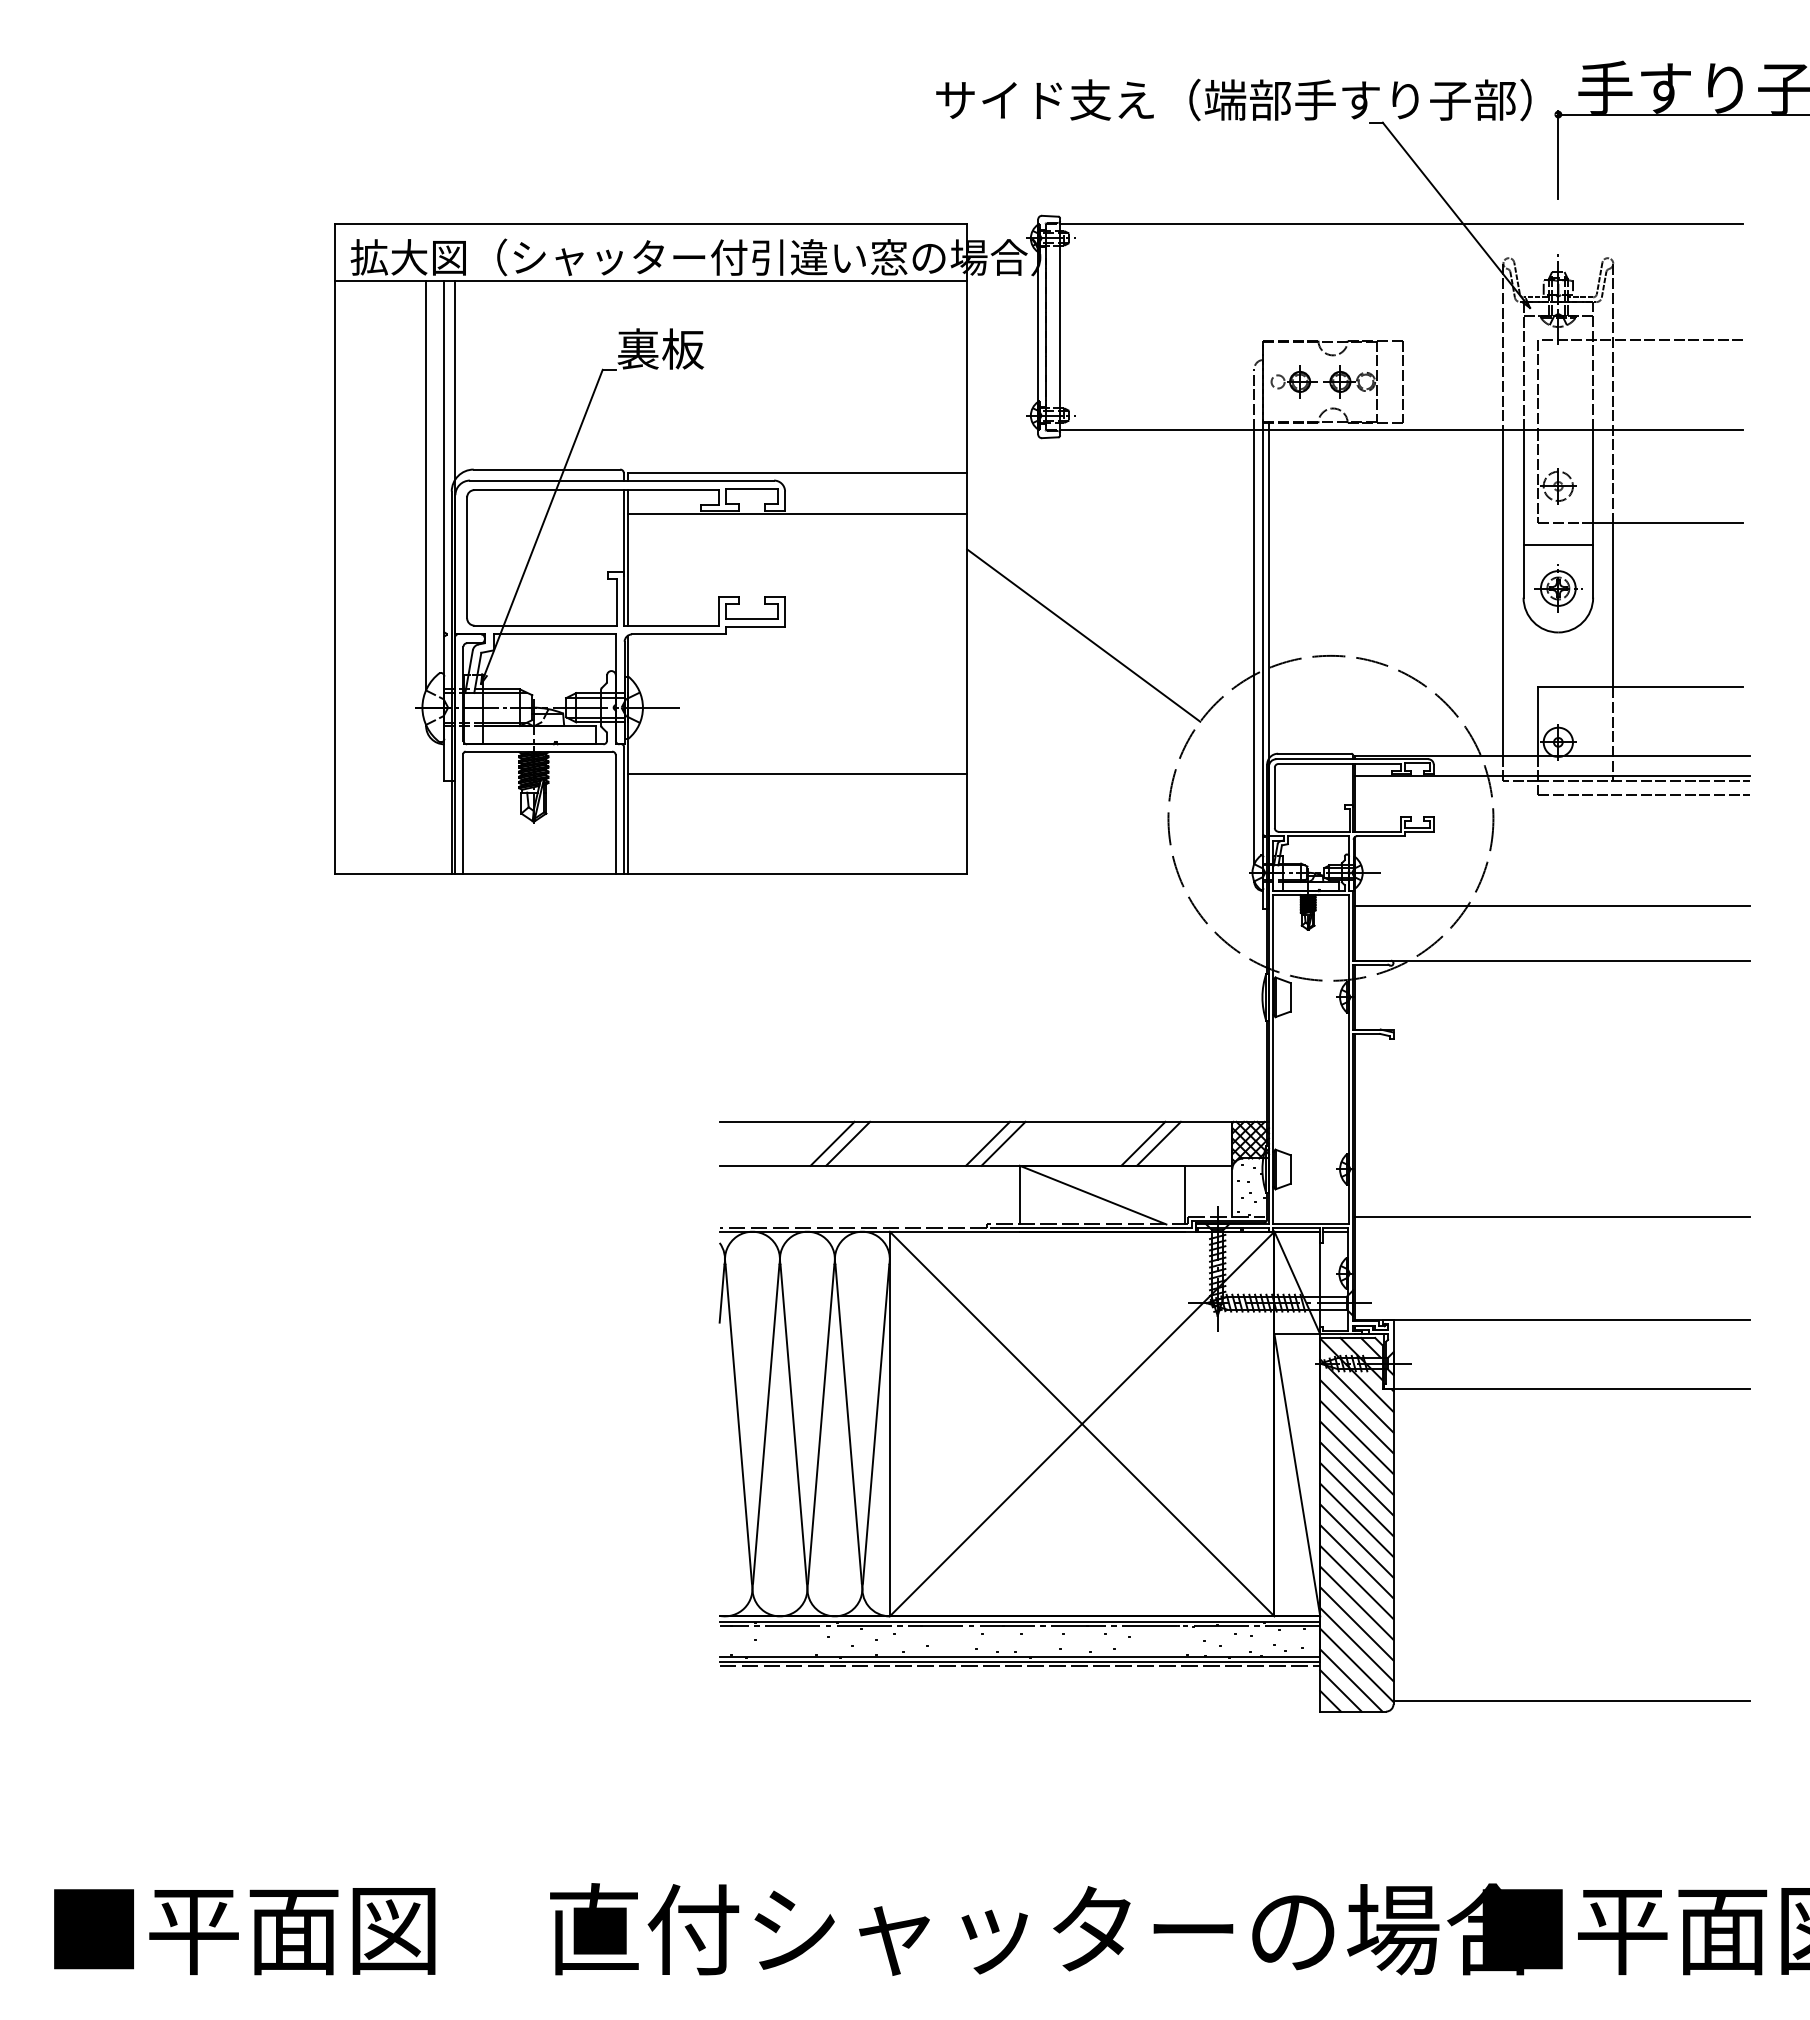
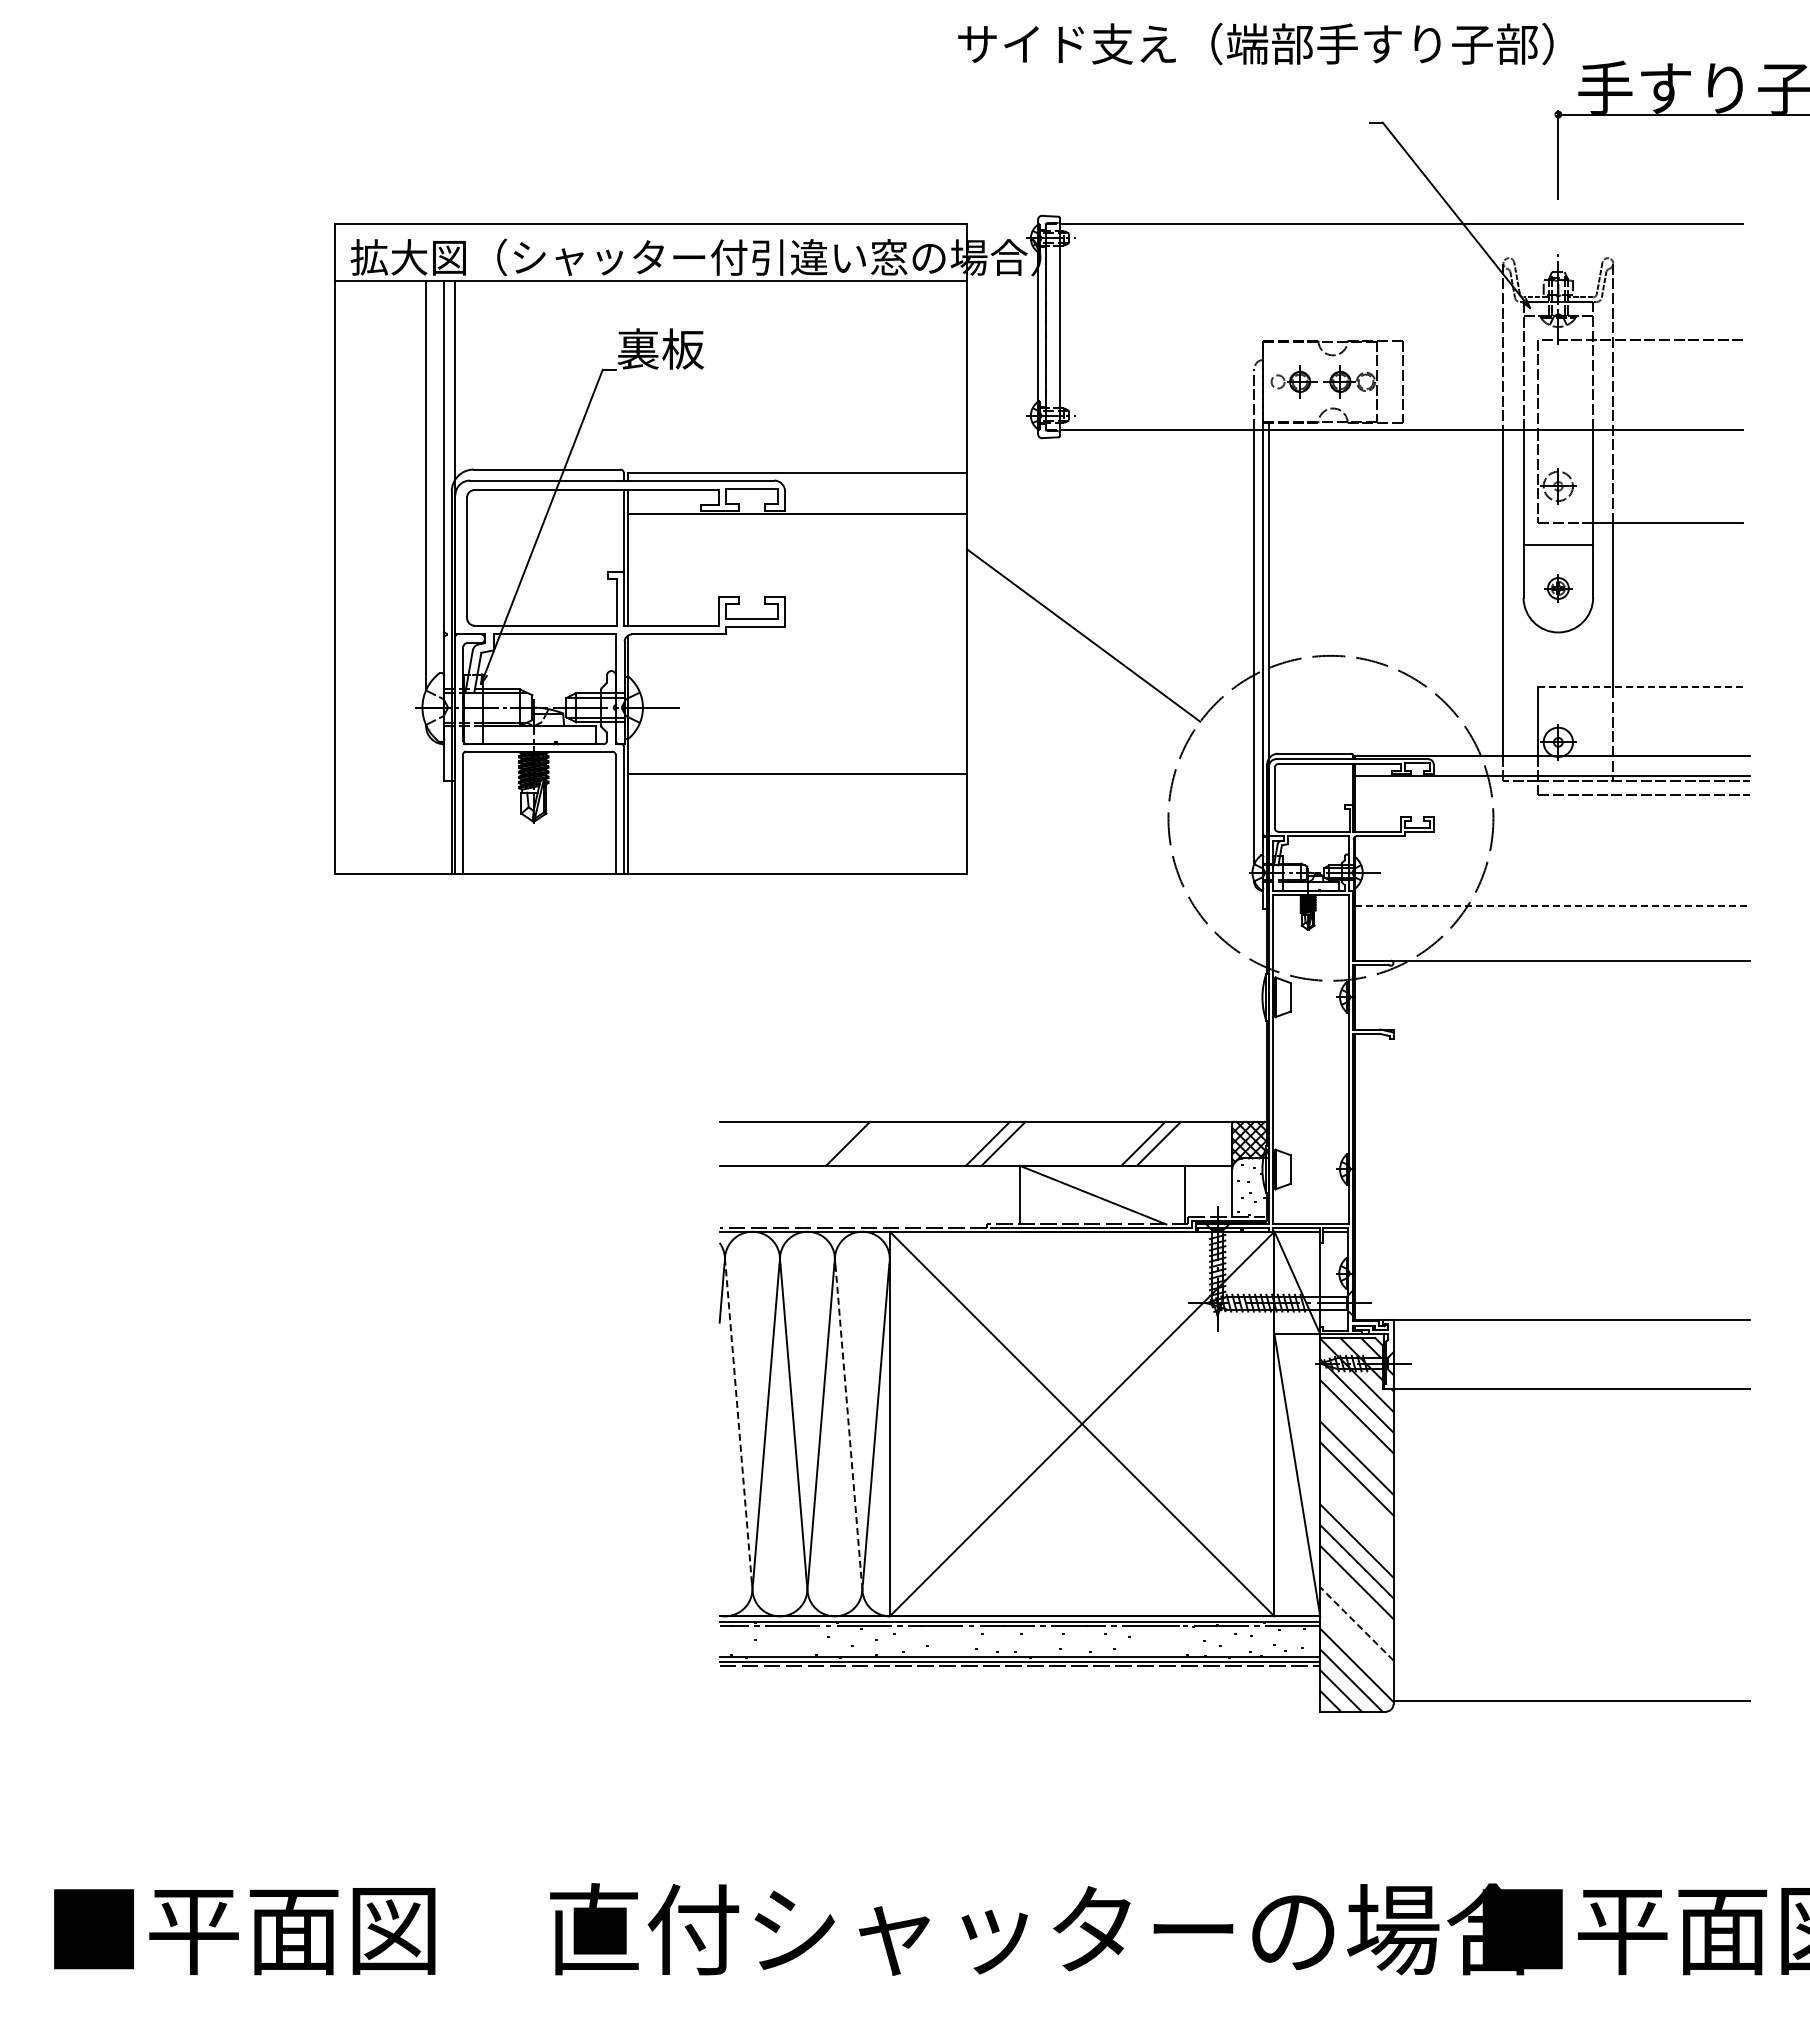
text at (1233, 99) position: (1233, 99) -> (1255, 43)
part at (1558, 588) size: 49x49 px -> 29x29 px
line at (1640, 687): solid -> dashed
line at (1552, 905): solid -> dashed
line at (832, 1143): present -> none
line at (1552, 1216): present -> none
line at (738, 1424): solid -> dashed
line at (848, 1424): solid -> dashed
line at (1356, 1437): present -> none
line at (1356, 1499): present -> none
line at (1356, 1519): present -> none
line at (1356, 1602): present -> none
line at (1356, 1623): solid -> dashed
line at (1356, 1644): present -> none
